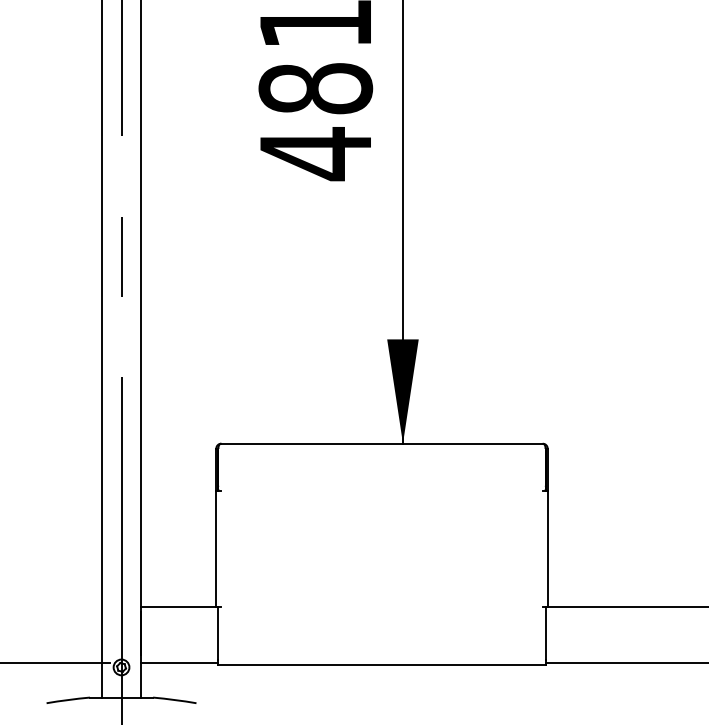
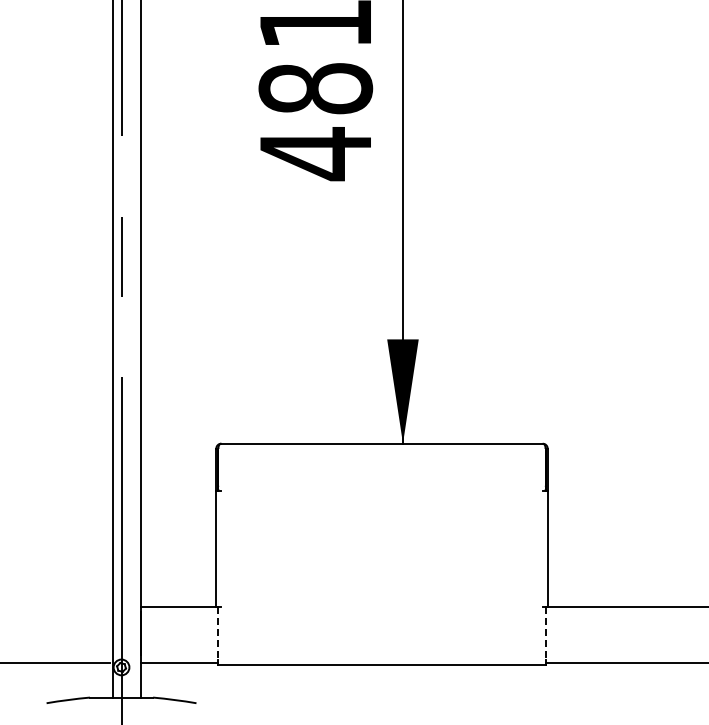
line at (101, 349) position: (101, 349) -> (112, 349)
line at (218, 633): solid -> dashed
line at (545, 633): solid -> dashed
